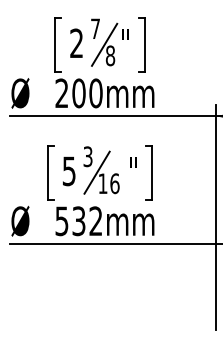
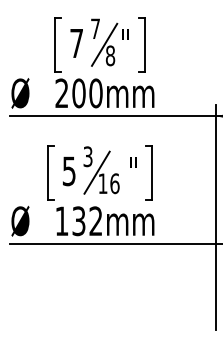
text at (76, 42): 2 -> 7
text at (61, 221): 532mm -> 132mm
